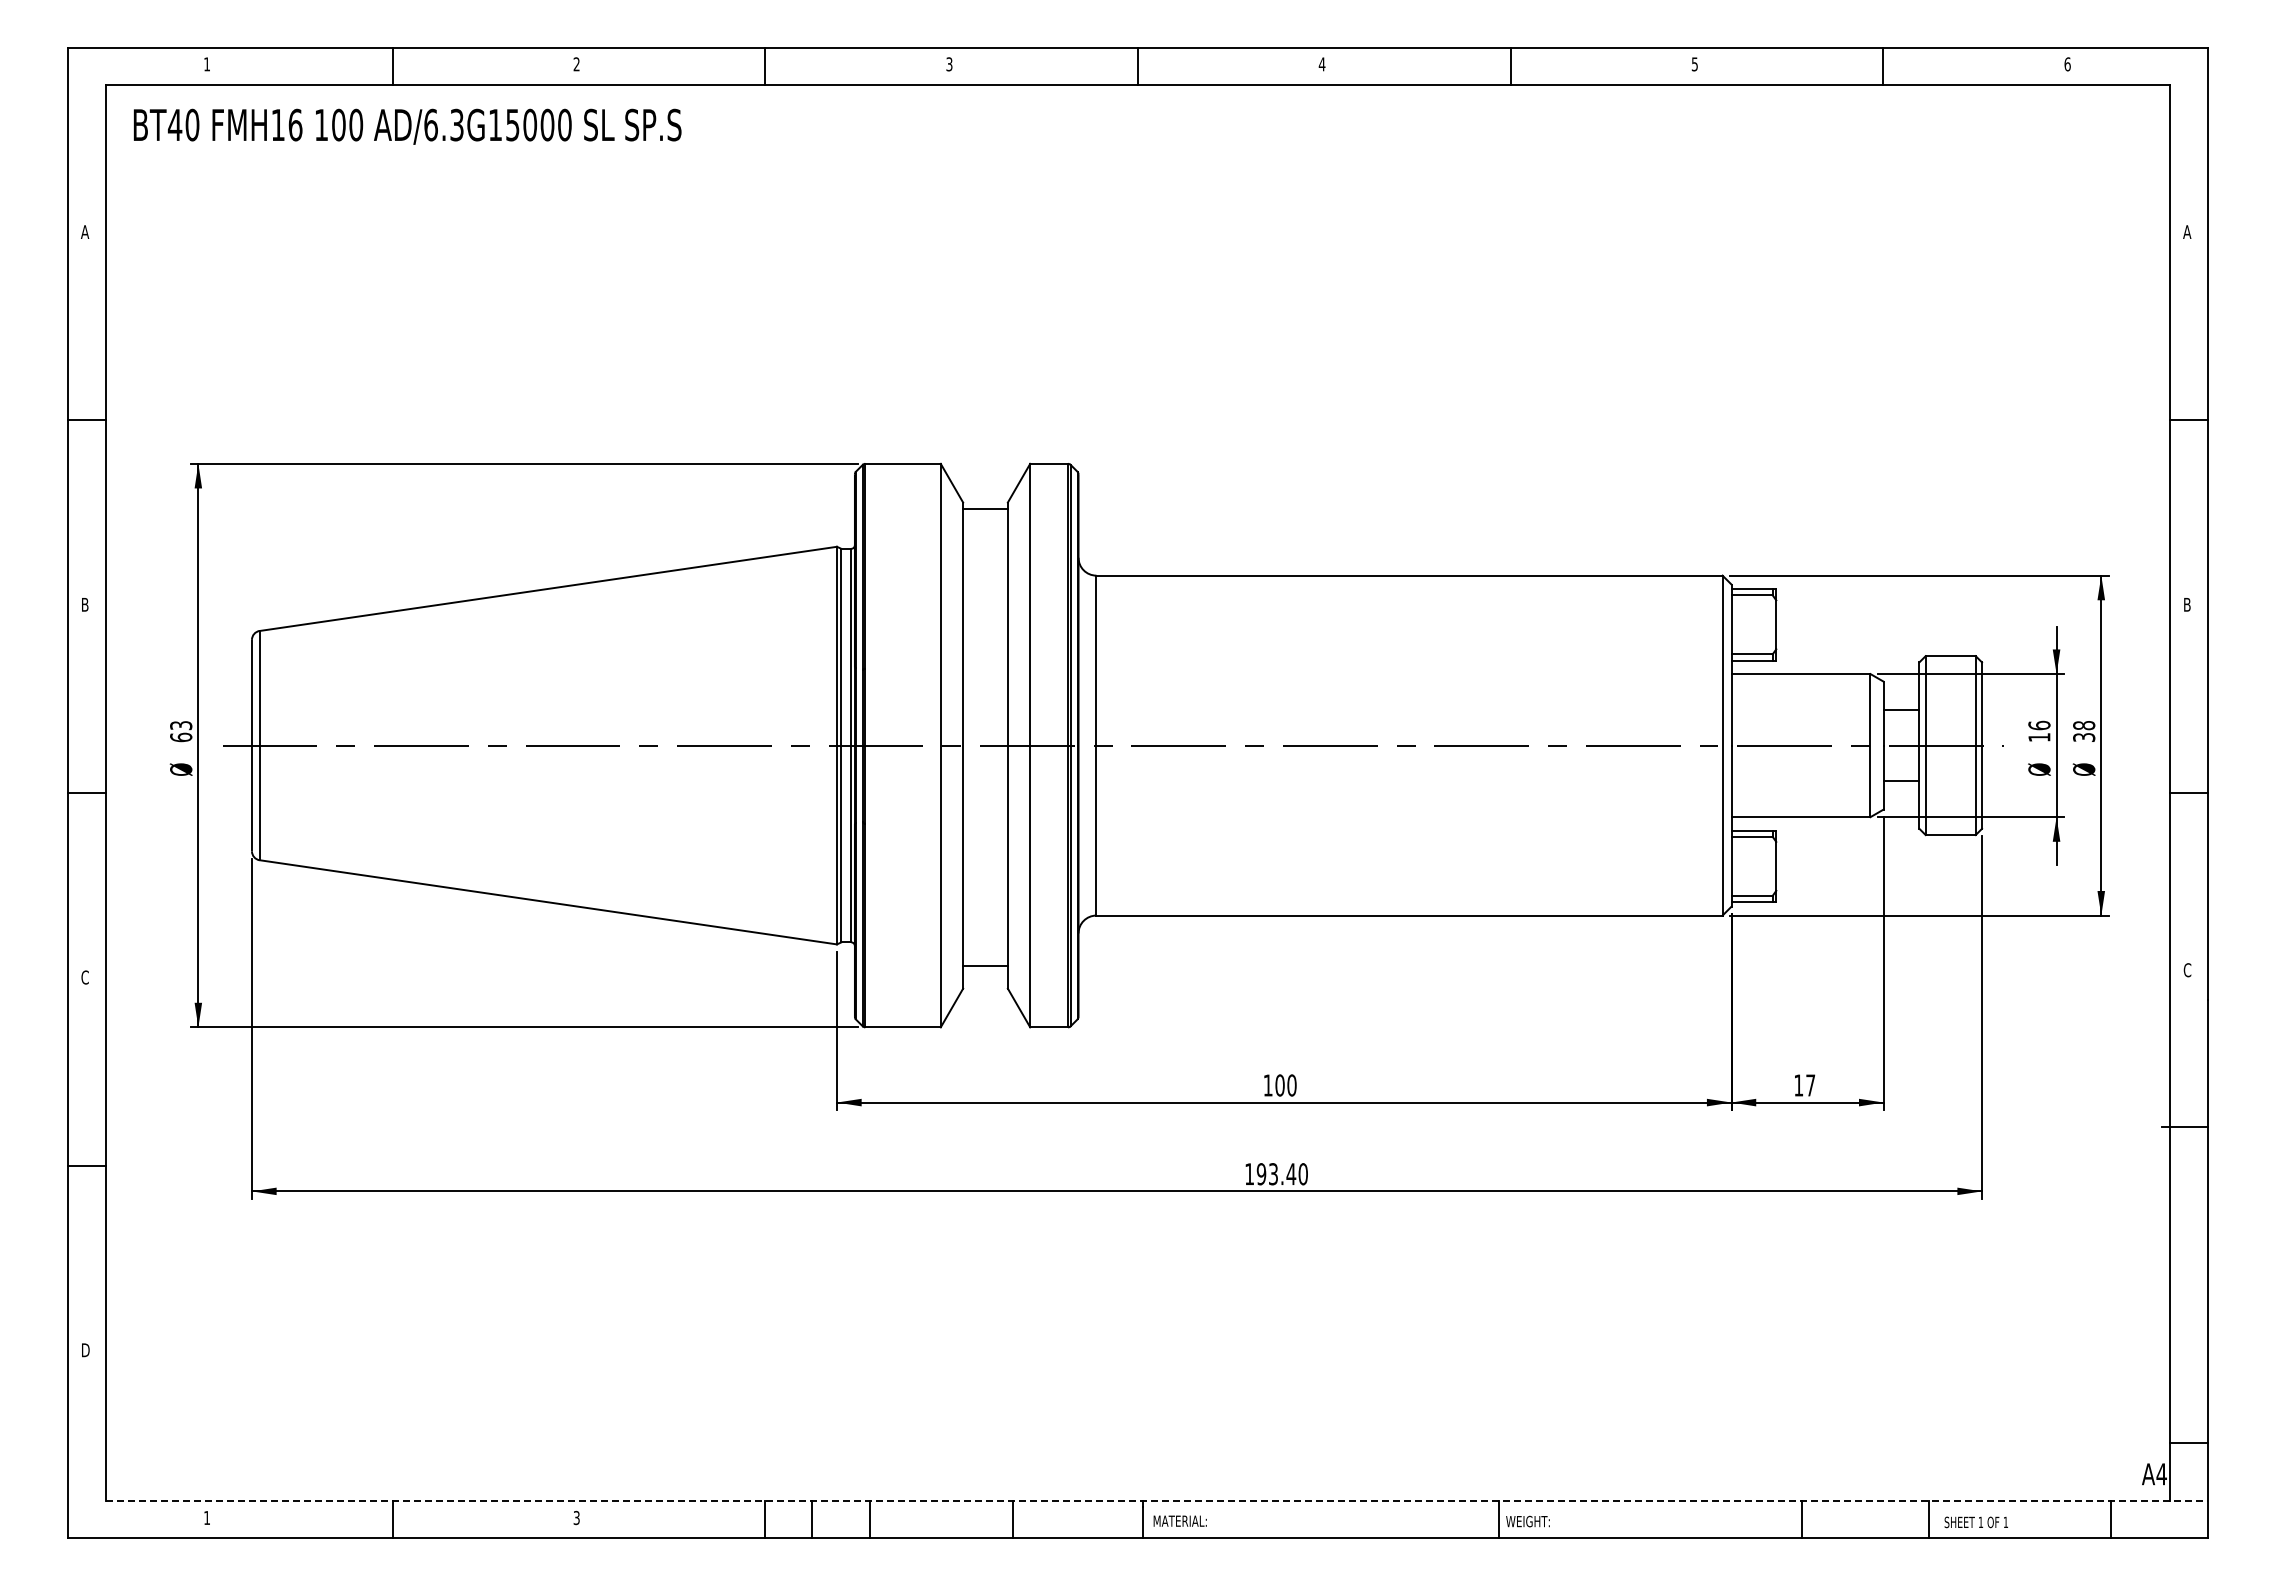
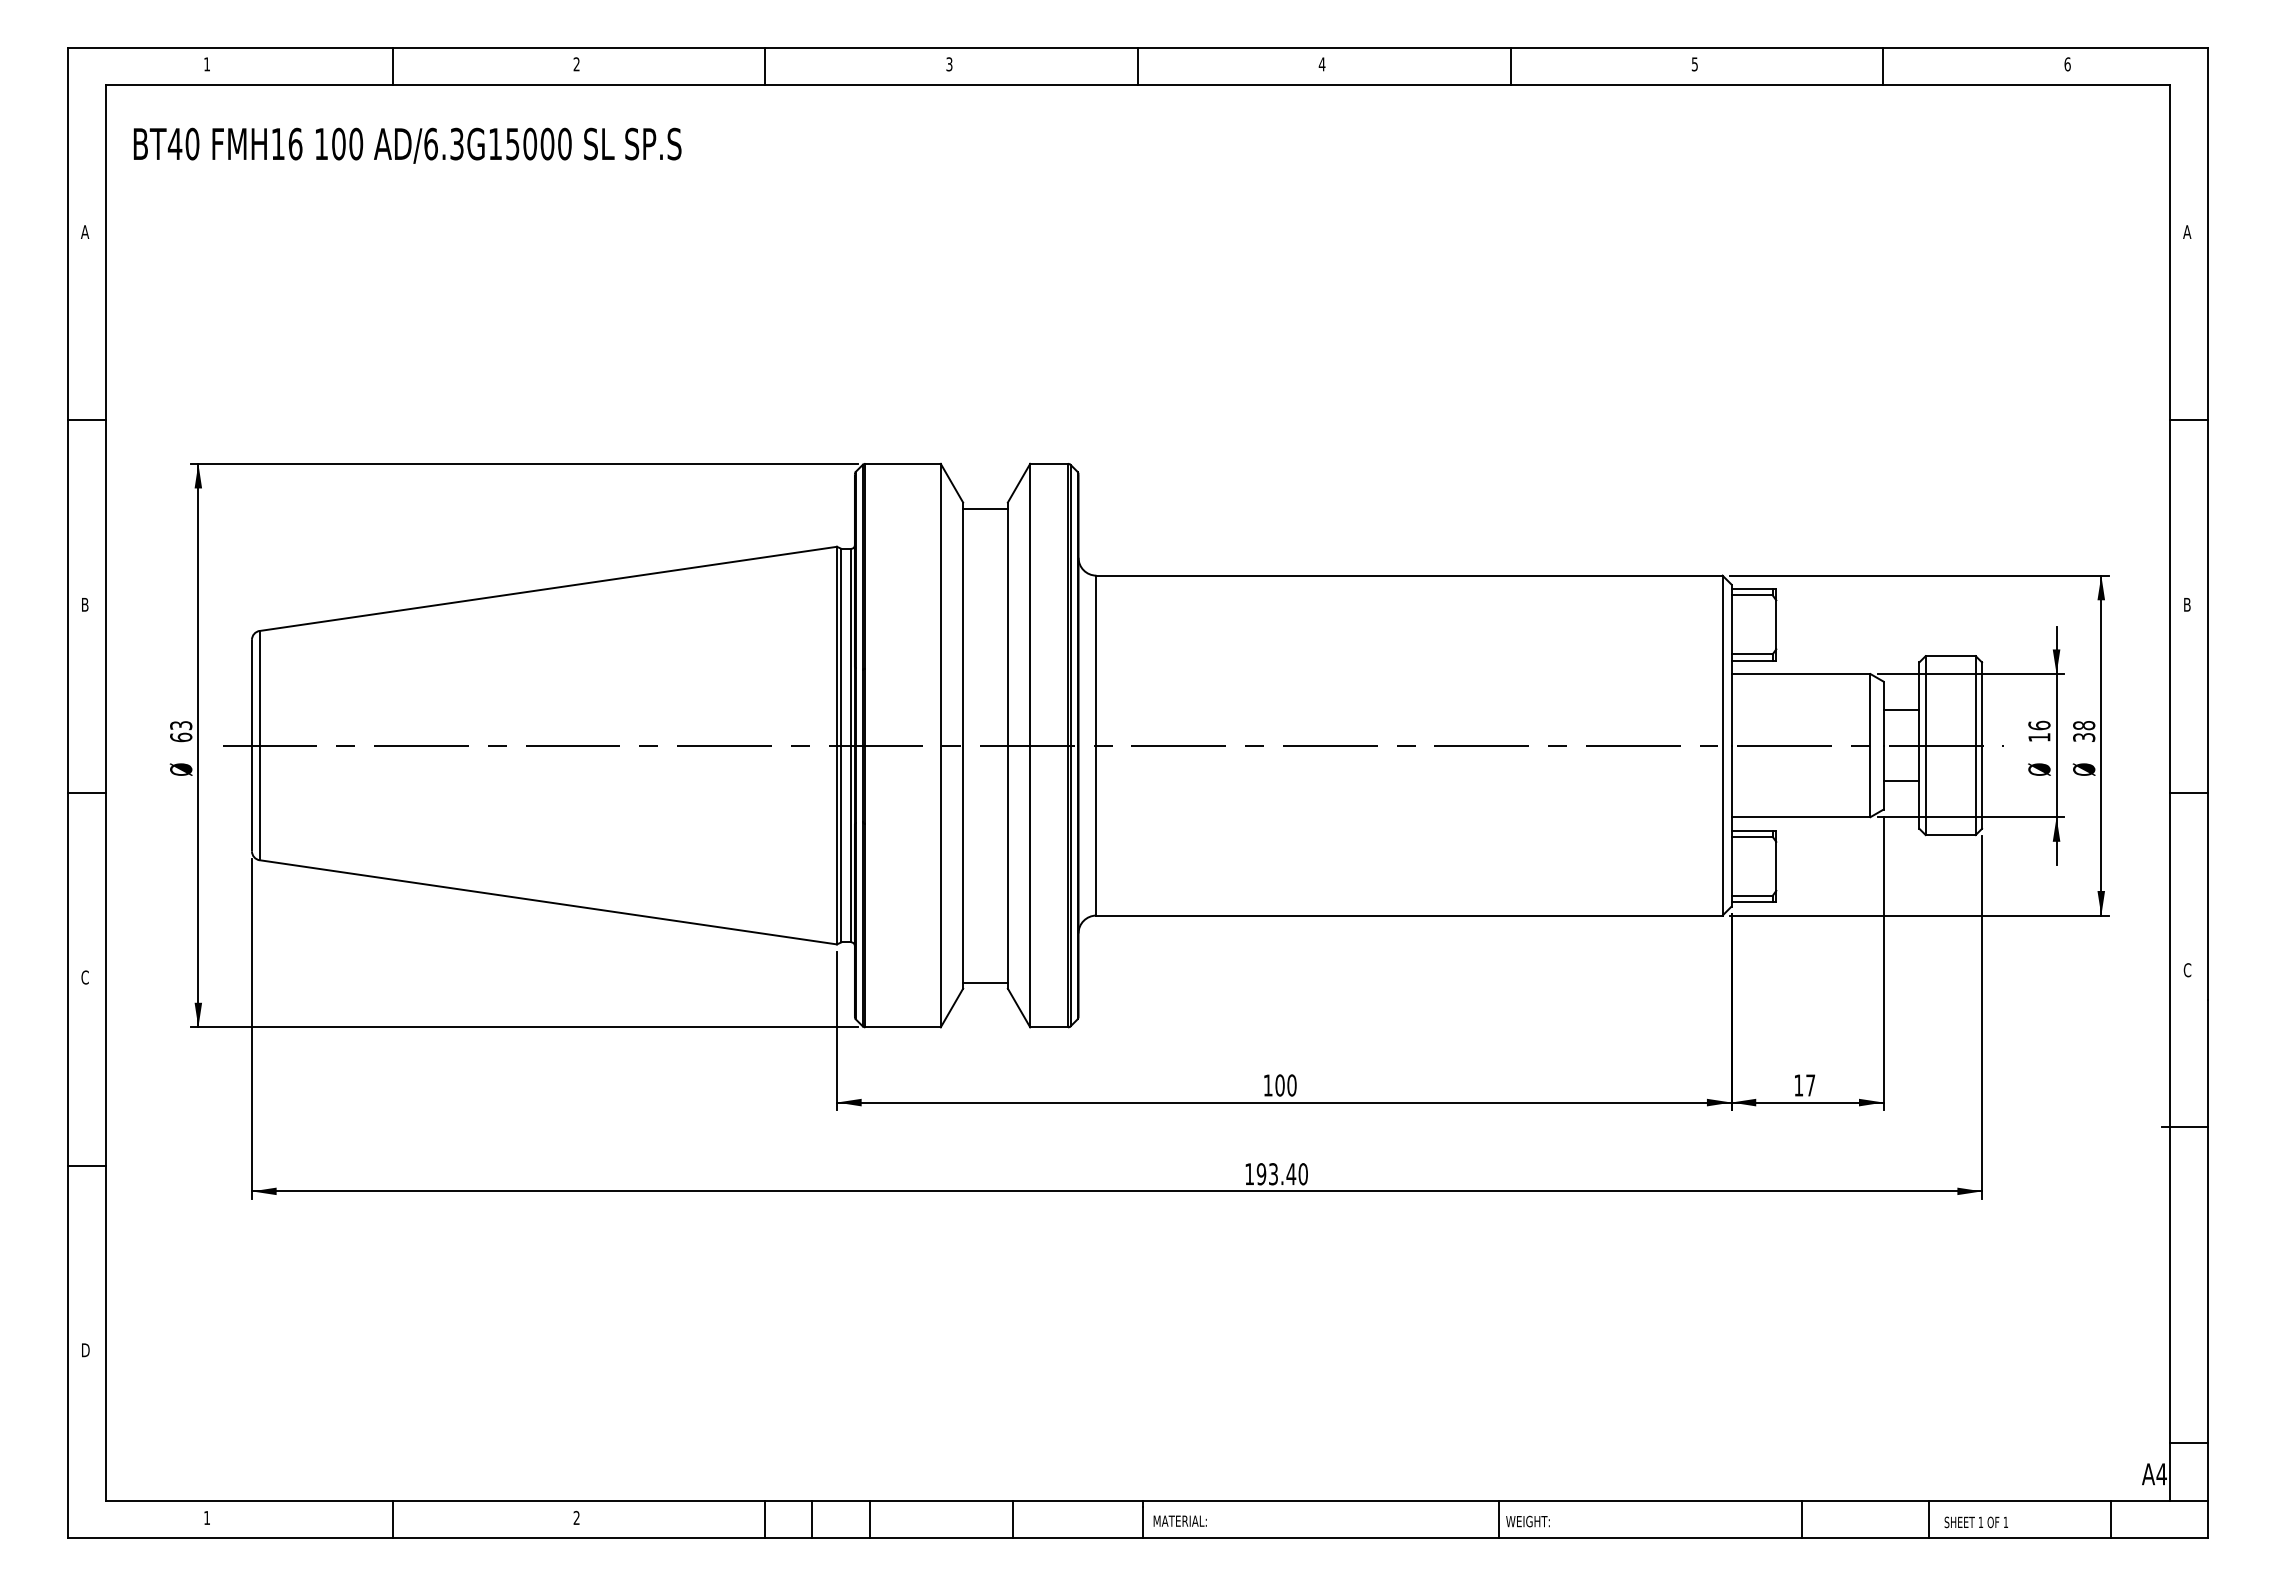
text at (407, 126) position: (407, 126) -> (407, 145)
line at (985, 965) position: (985, 965) -> (985, 982)
line at (1157, 1501): dashed -> solid
text at (576, 1518): 3 -> 2
